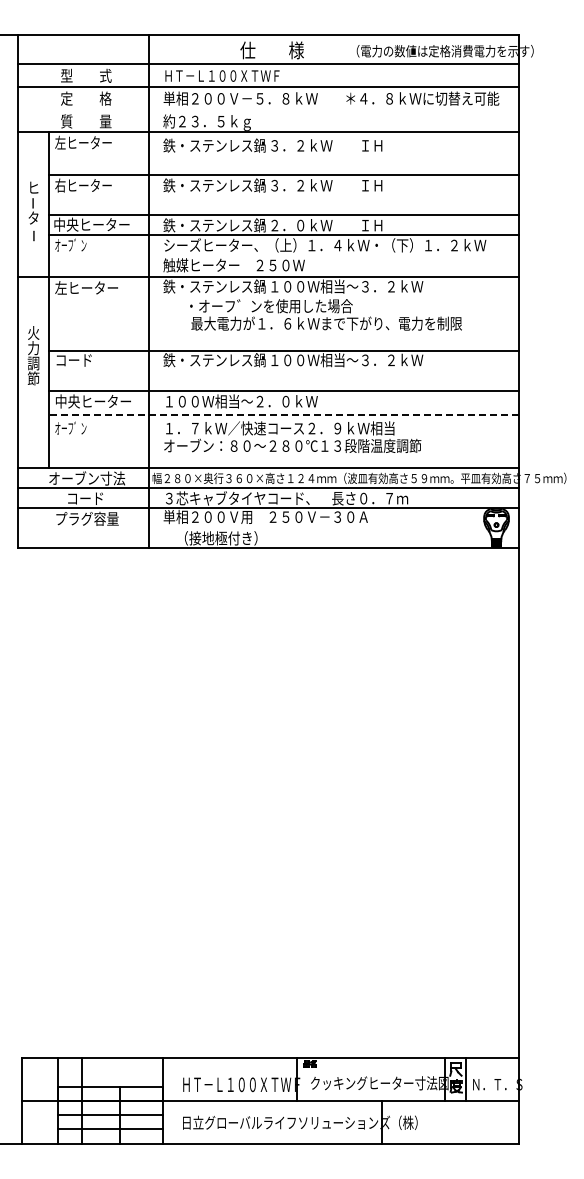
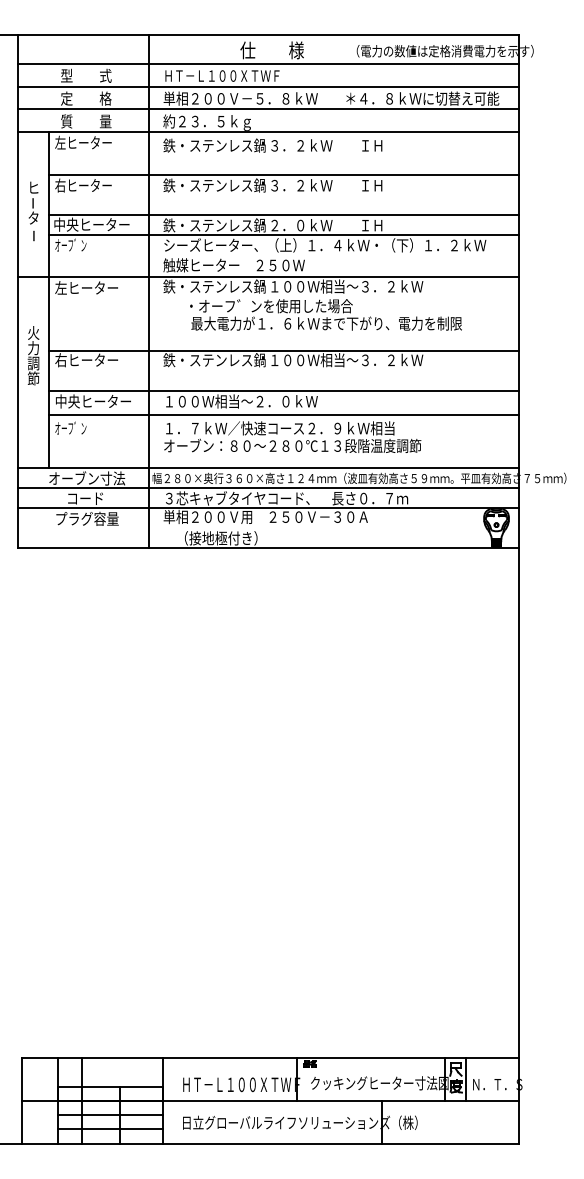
line at (268, 109): none -> present
text at (86, 360): コード -> 右ヒーター
line at (283, 414): dashed -> solid
